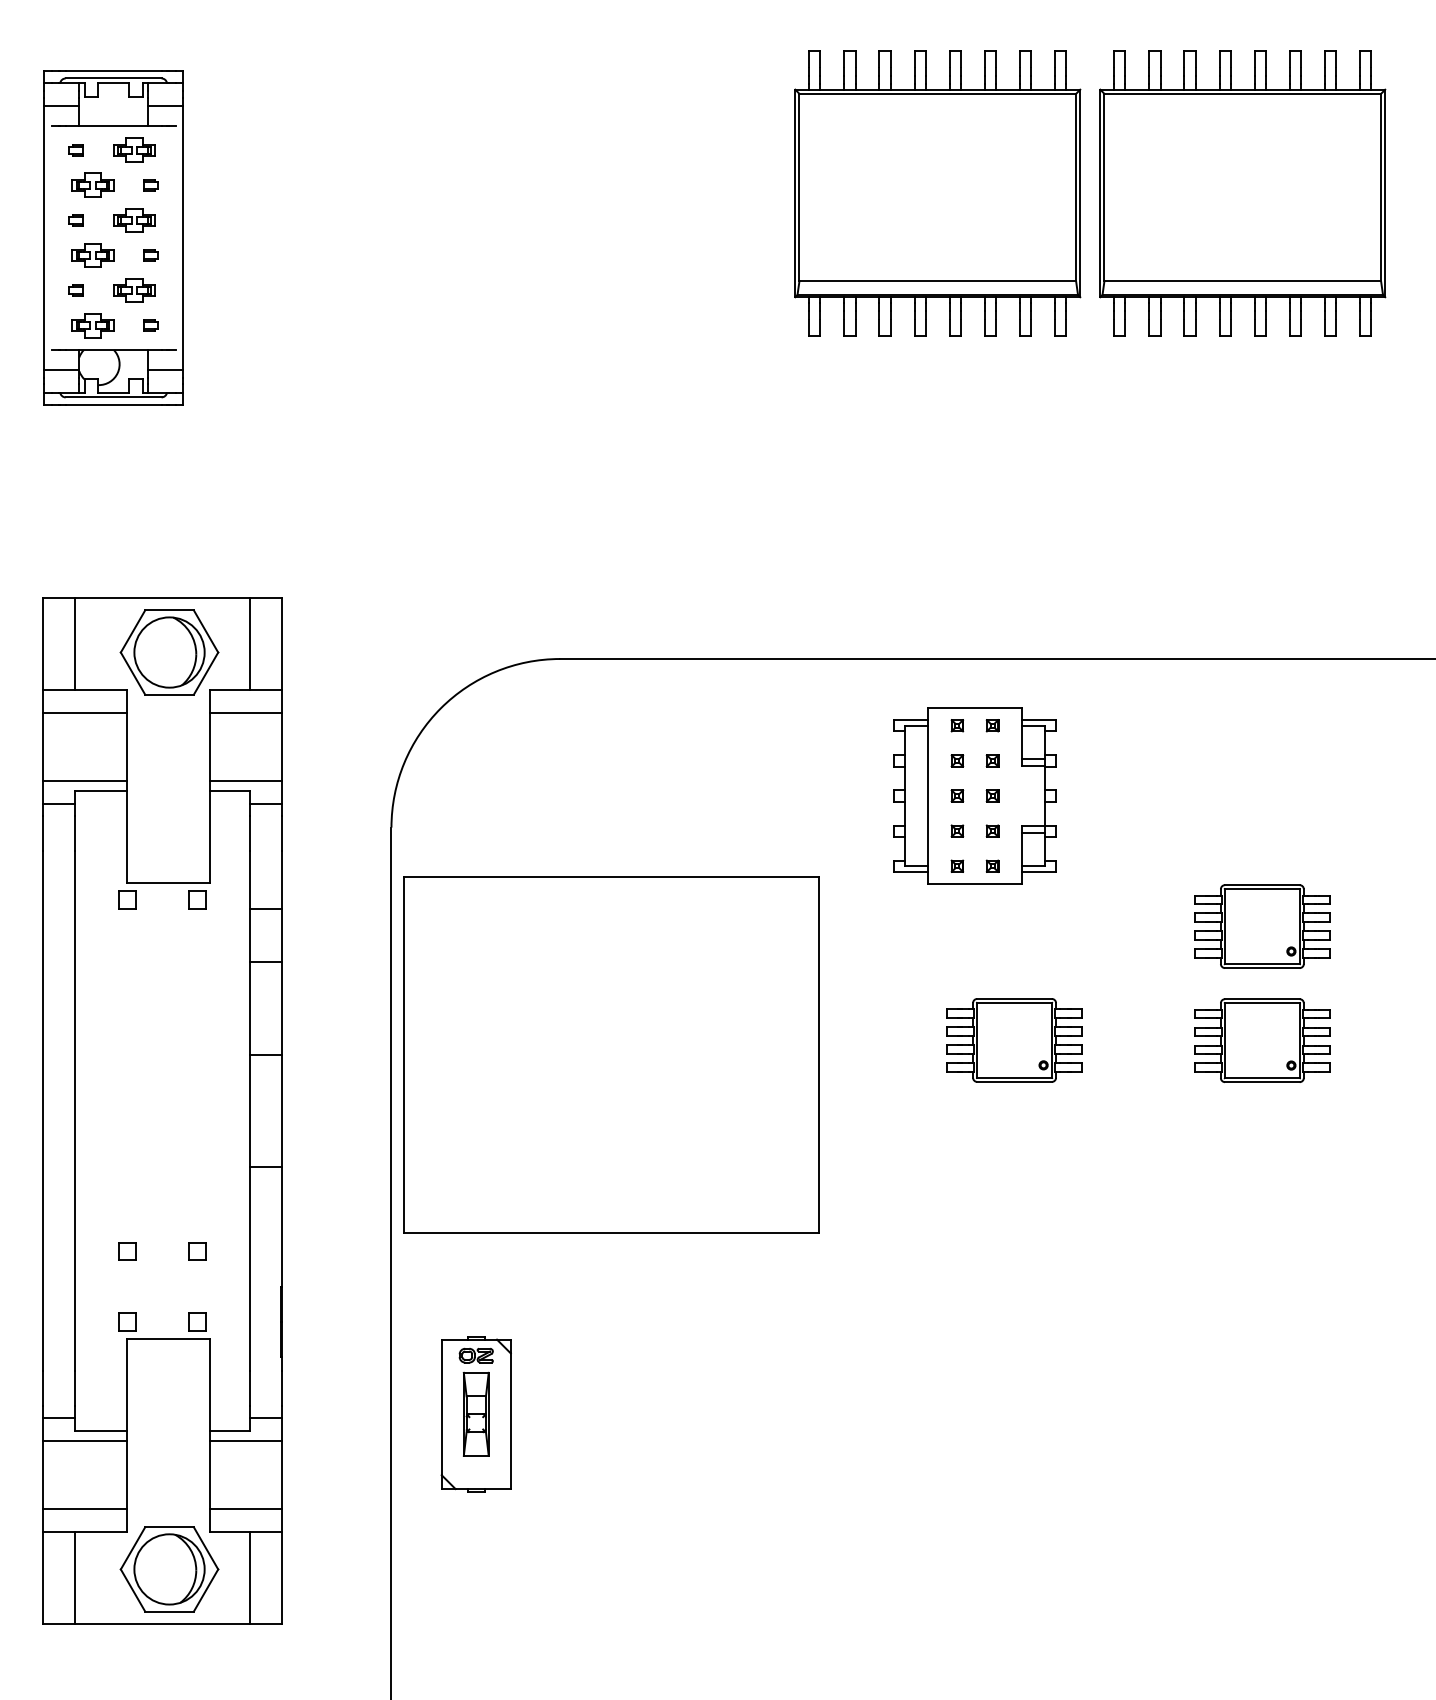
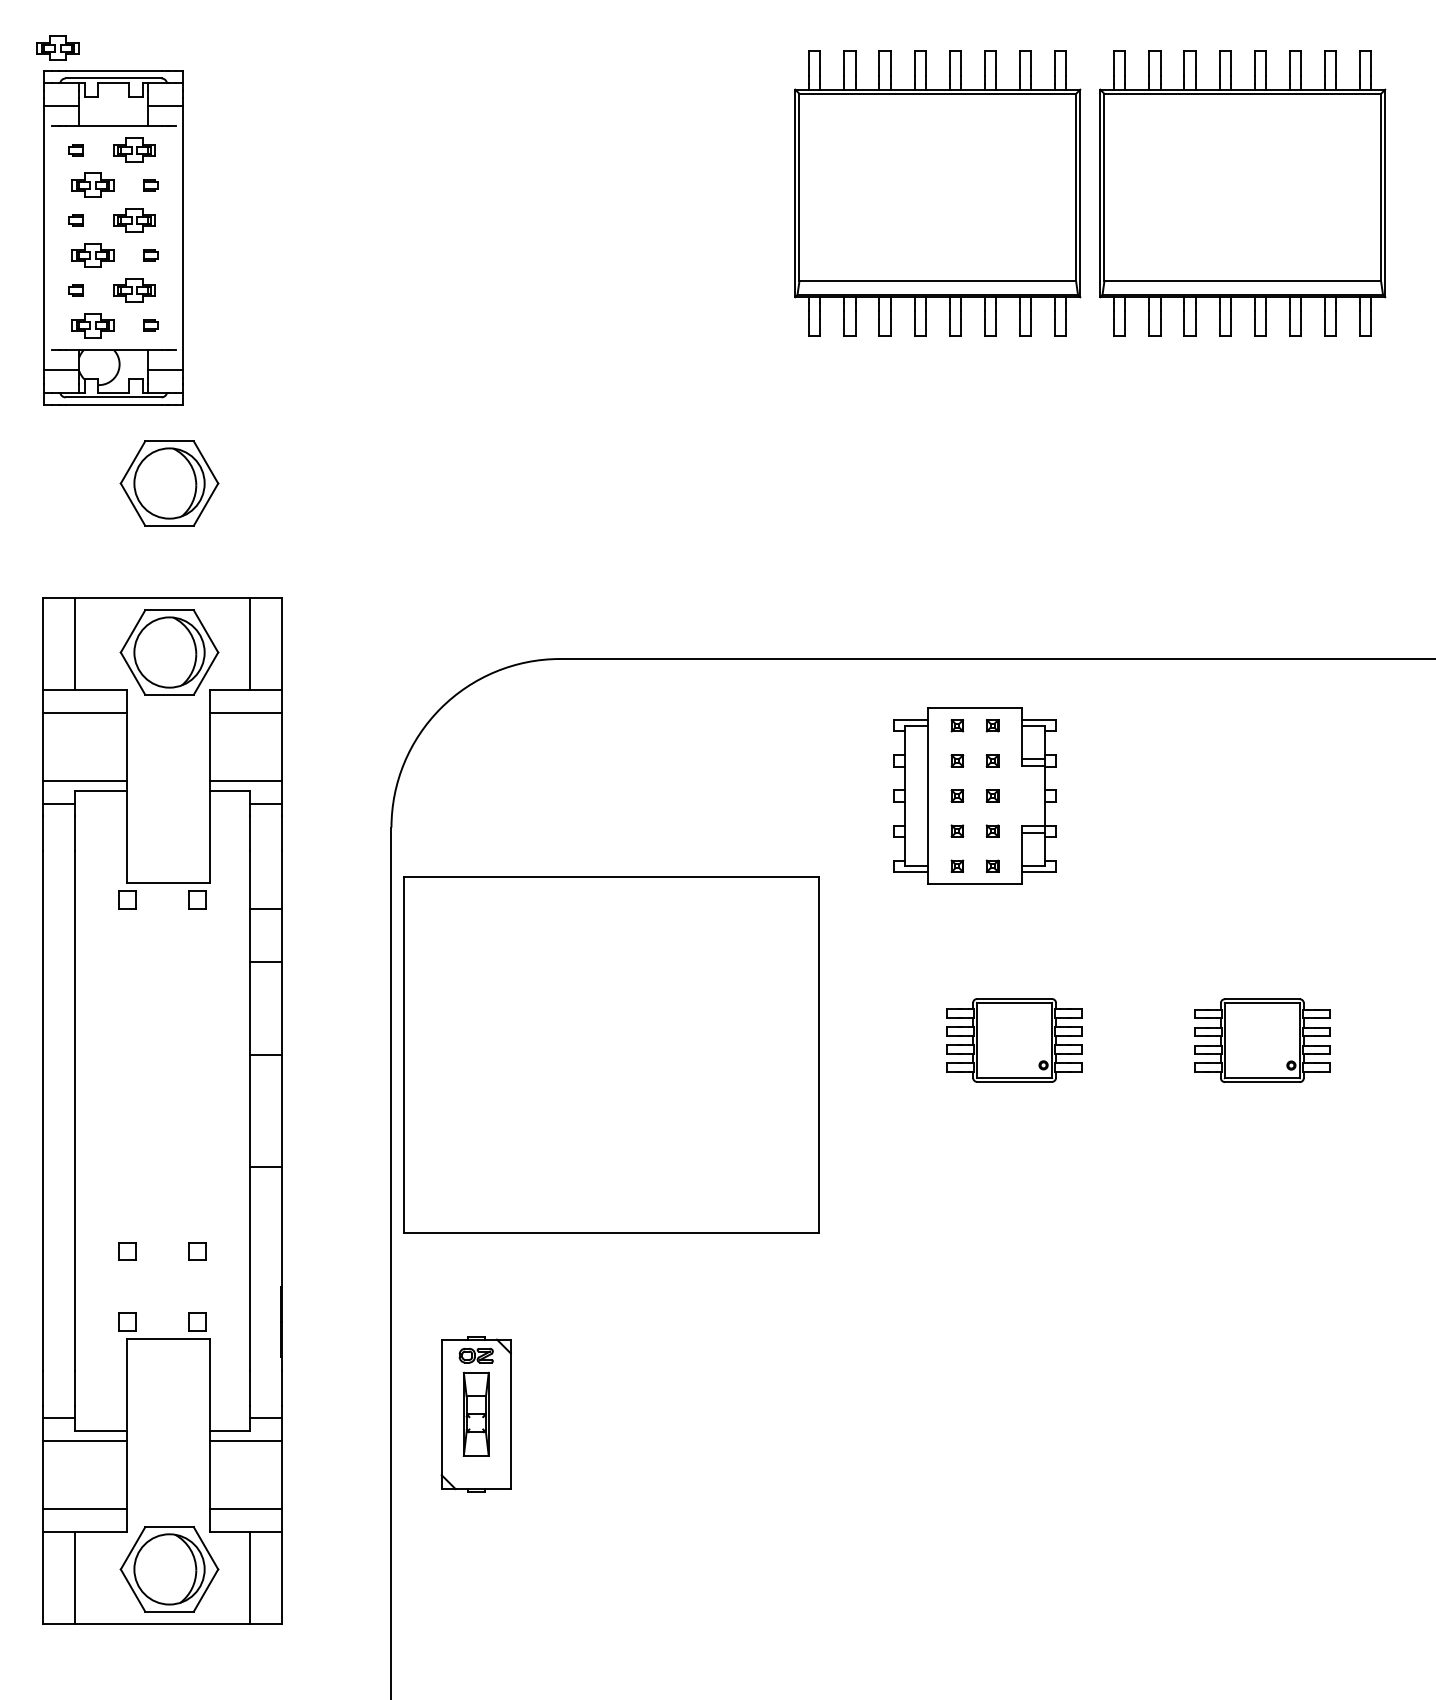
part at (57, 47): none -> present
part at (169, 483): none -> present
part at (1262, 926): present -> none
